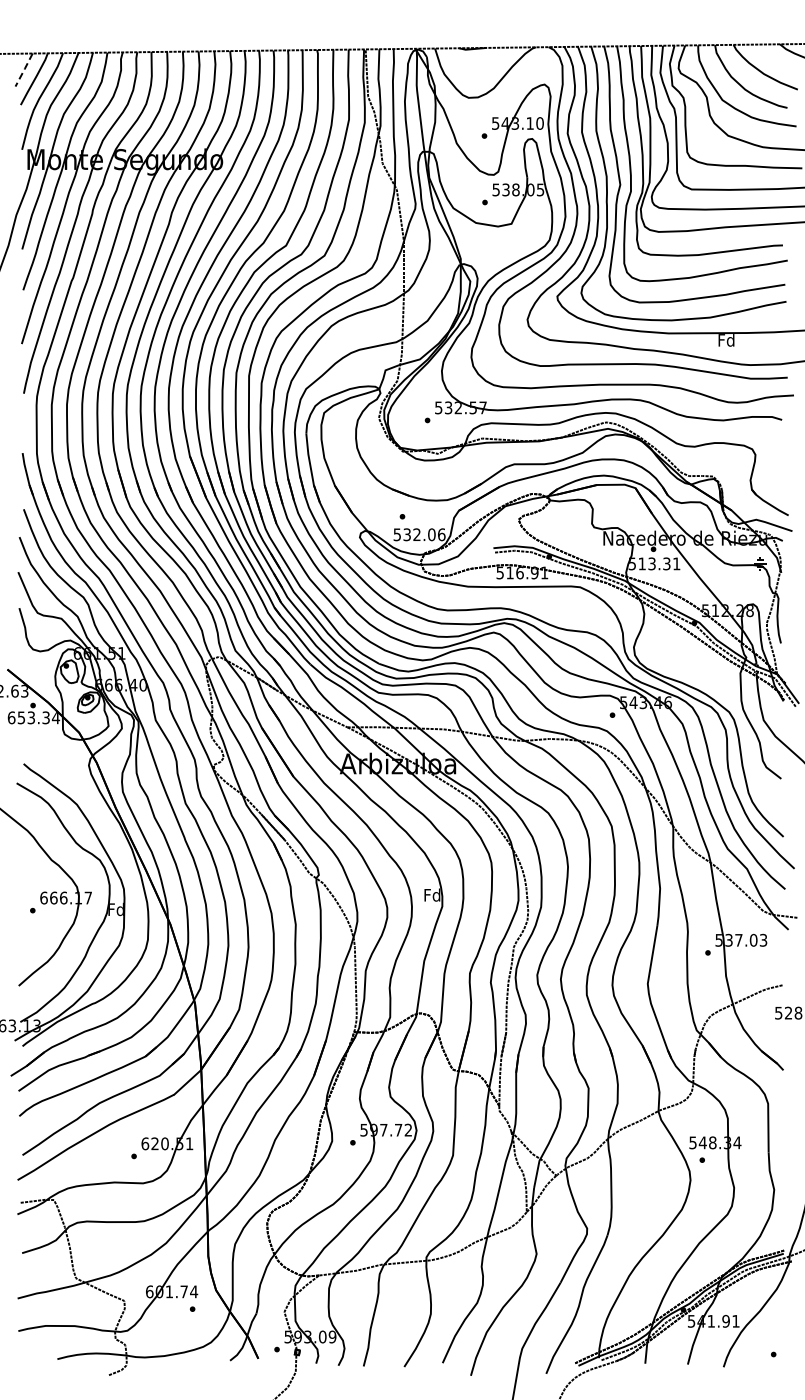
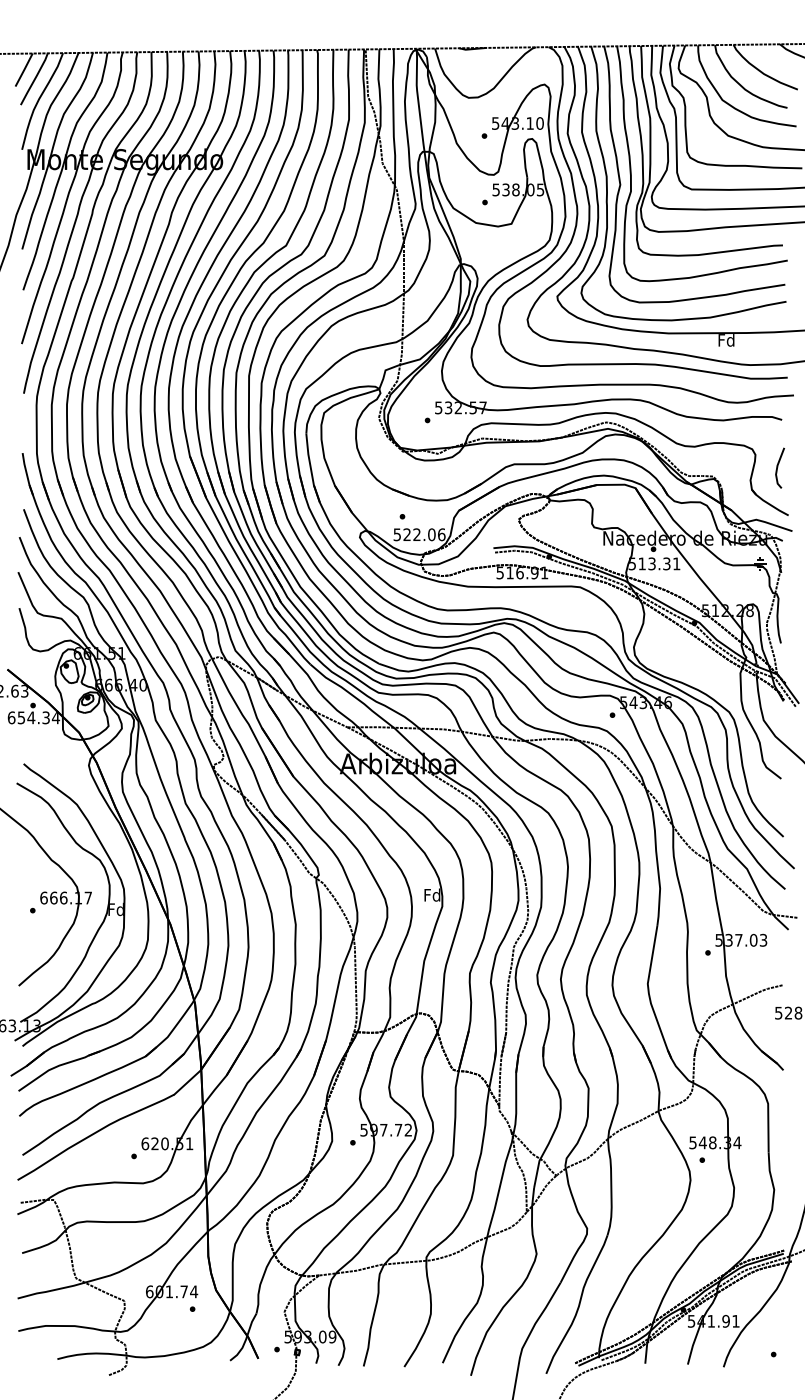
line at (24, 69): dashed -> solid
line at (778, 467): none -> present
text at (406, 534): 532.06 -> 522.06
text at (31, 717): 653.34 -> 654.34
